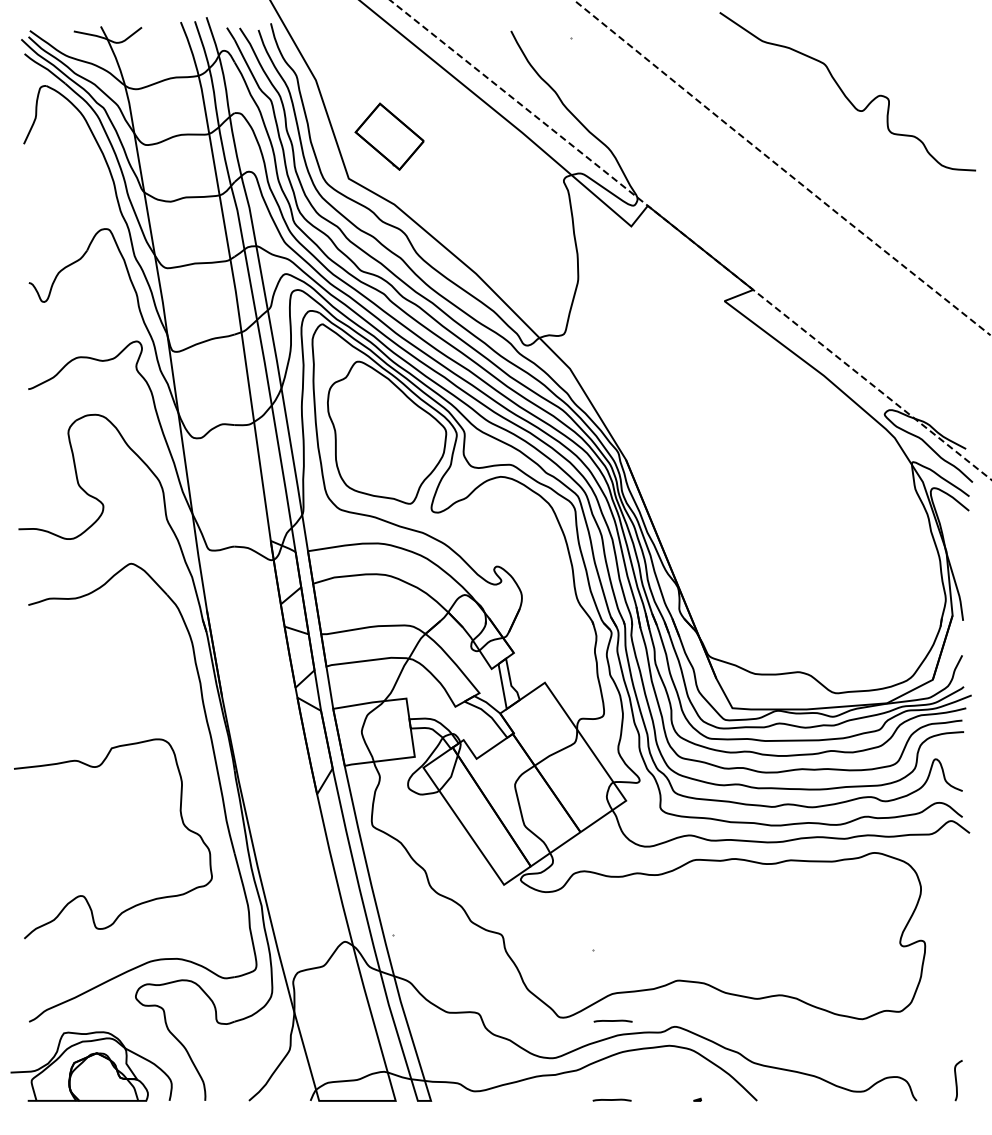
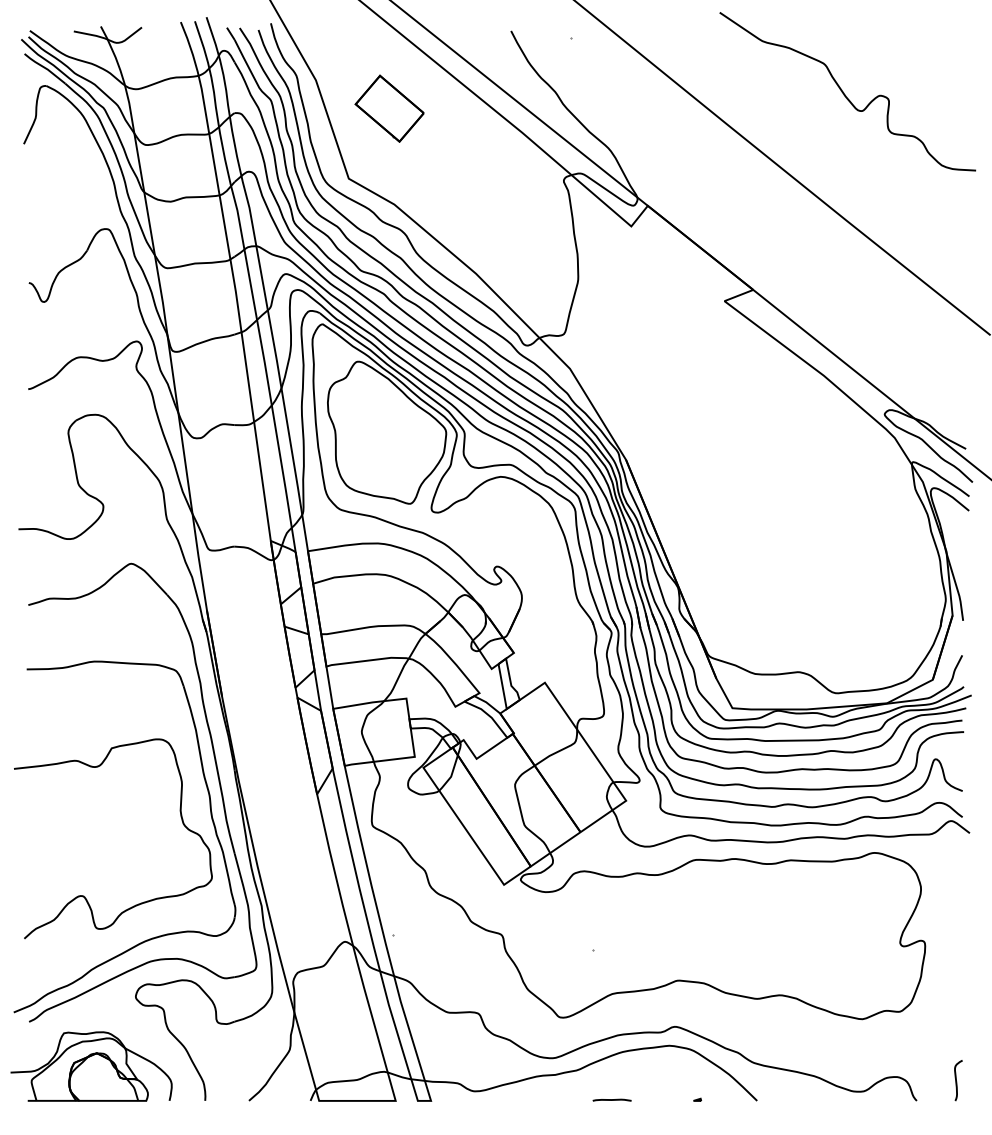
part at (389, 136) position: (389, 136) -> (389, 108)
line at (781, 168): dashed -> solid
line at (690, 240): dashed -> solid
part at (210, 815): none -> present
curve at (612, 1020): present -> none
